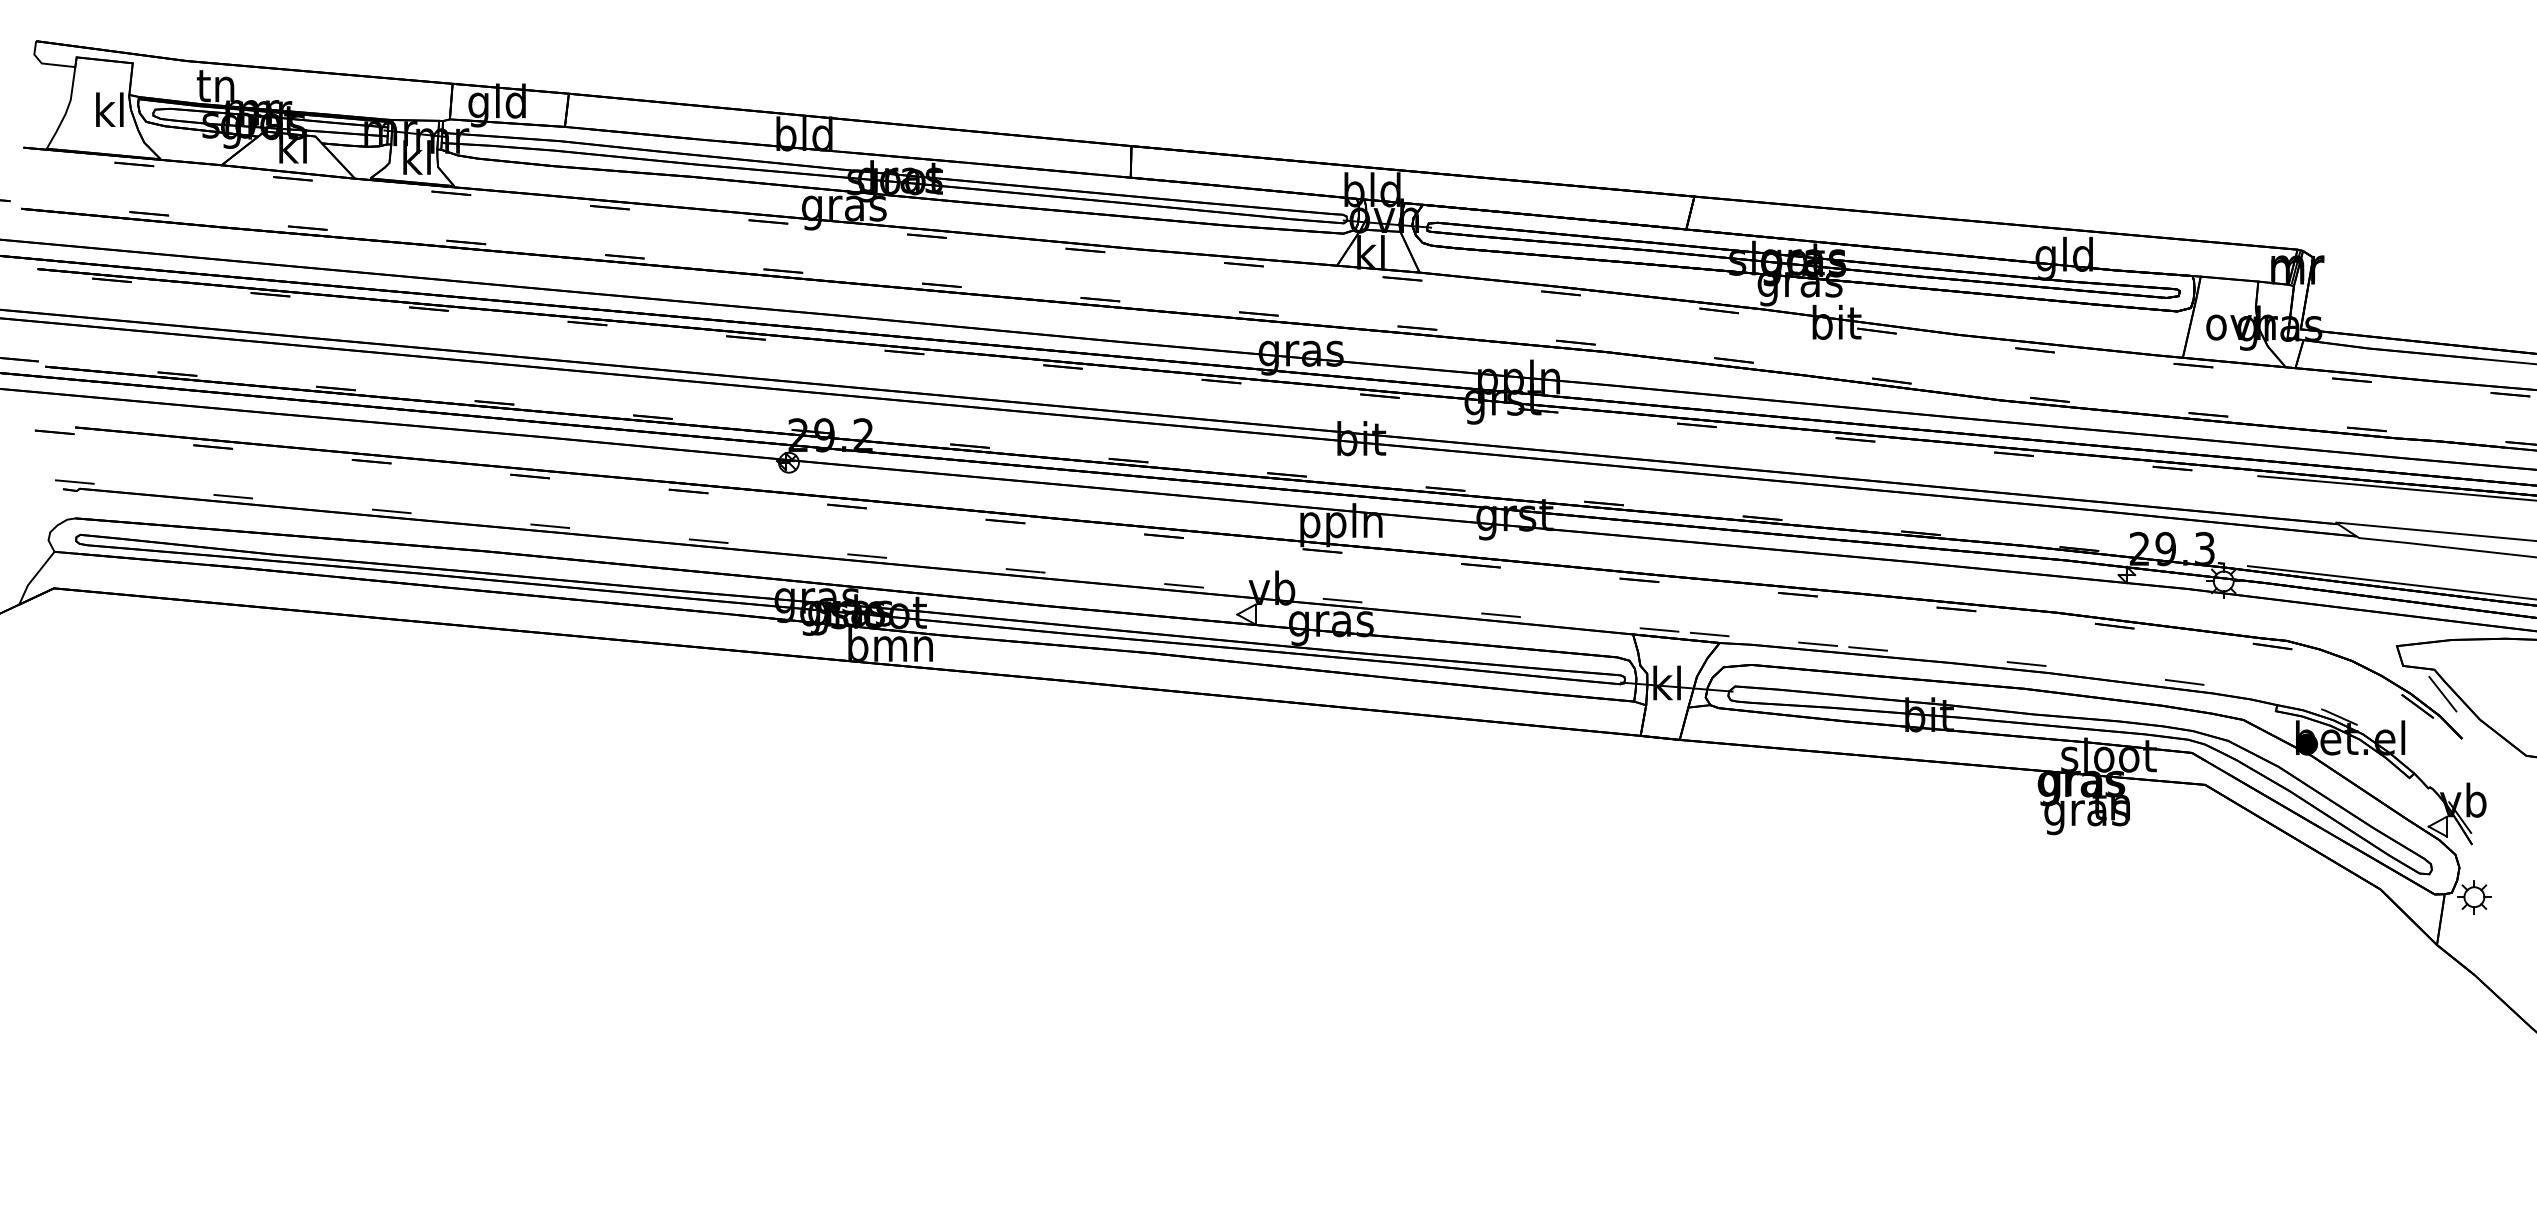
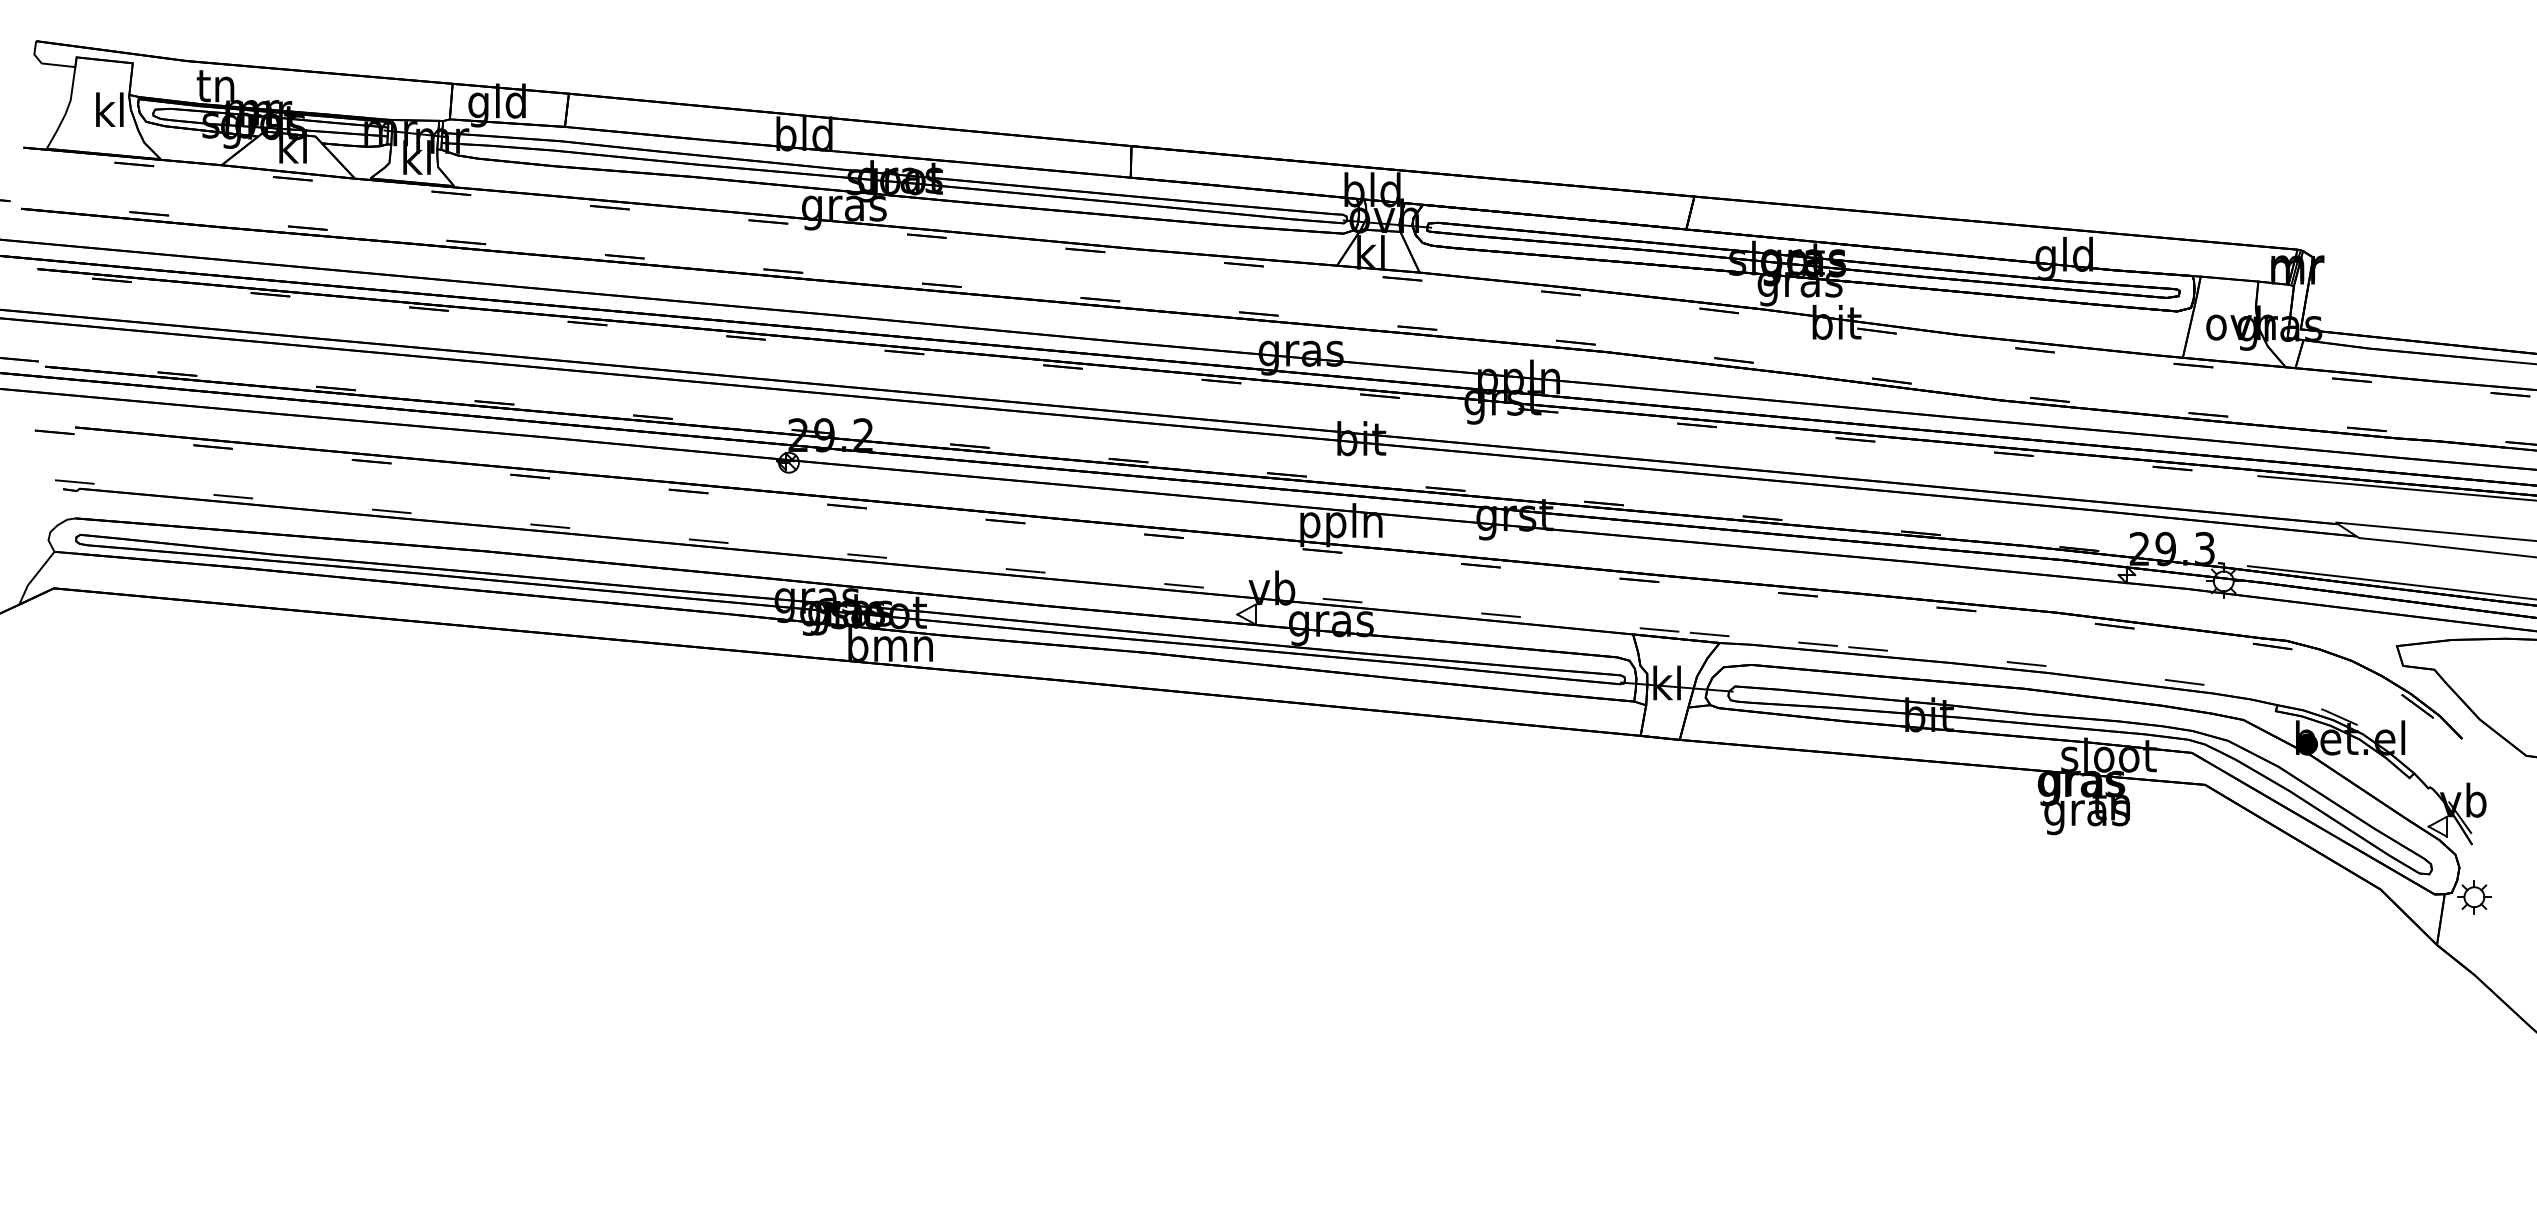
line at (2442, 693): present -> none
